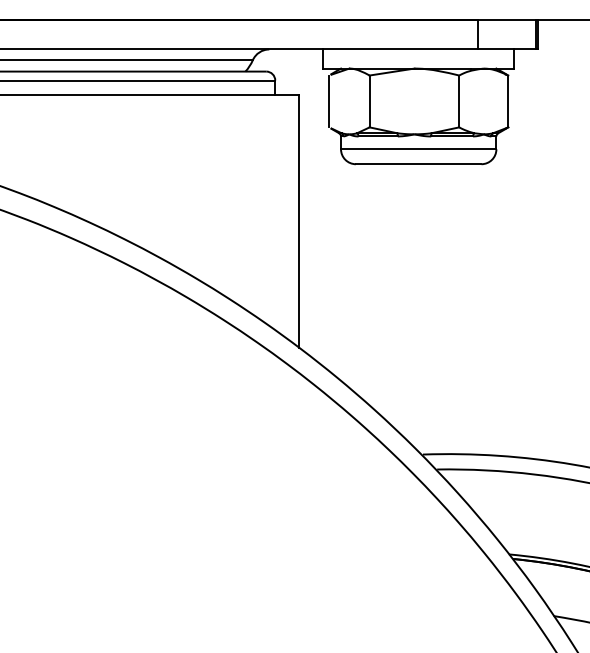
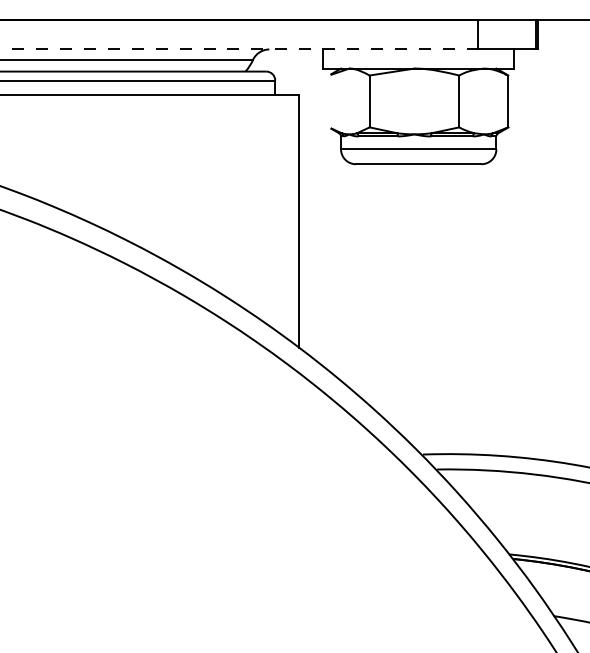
line at (239, 49): solid -> dashed
line at (329, 101): present -> none
